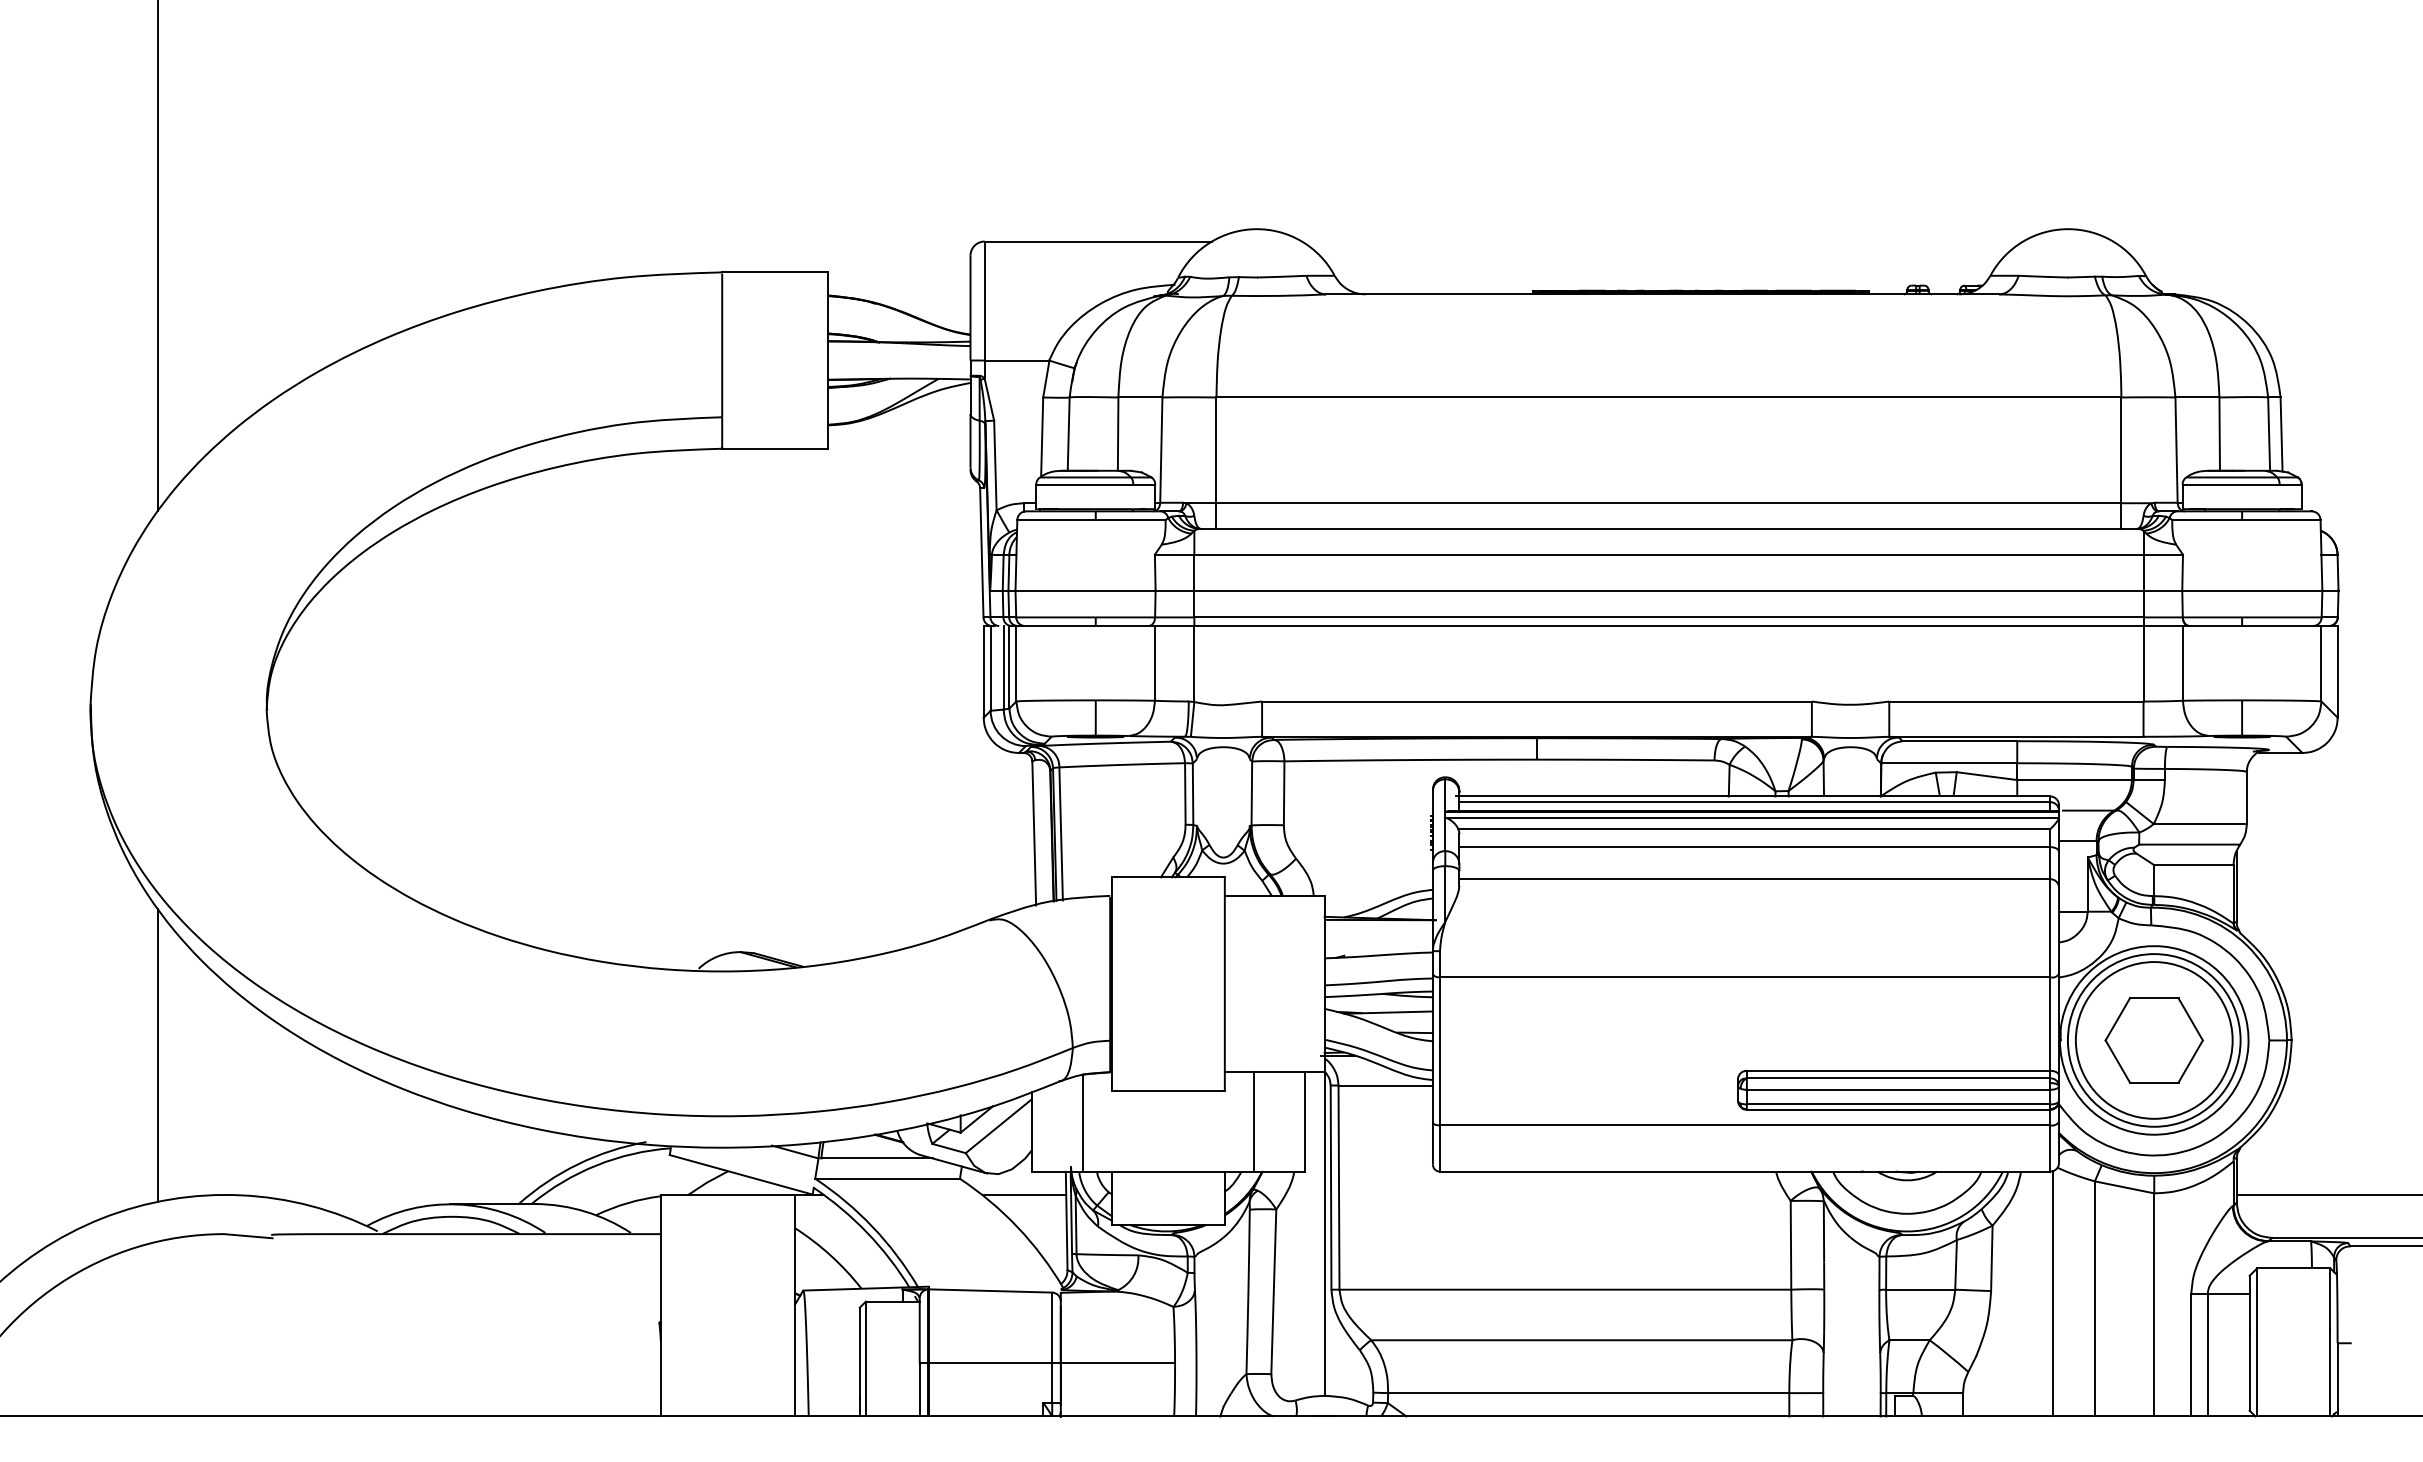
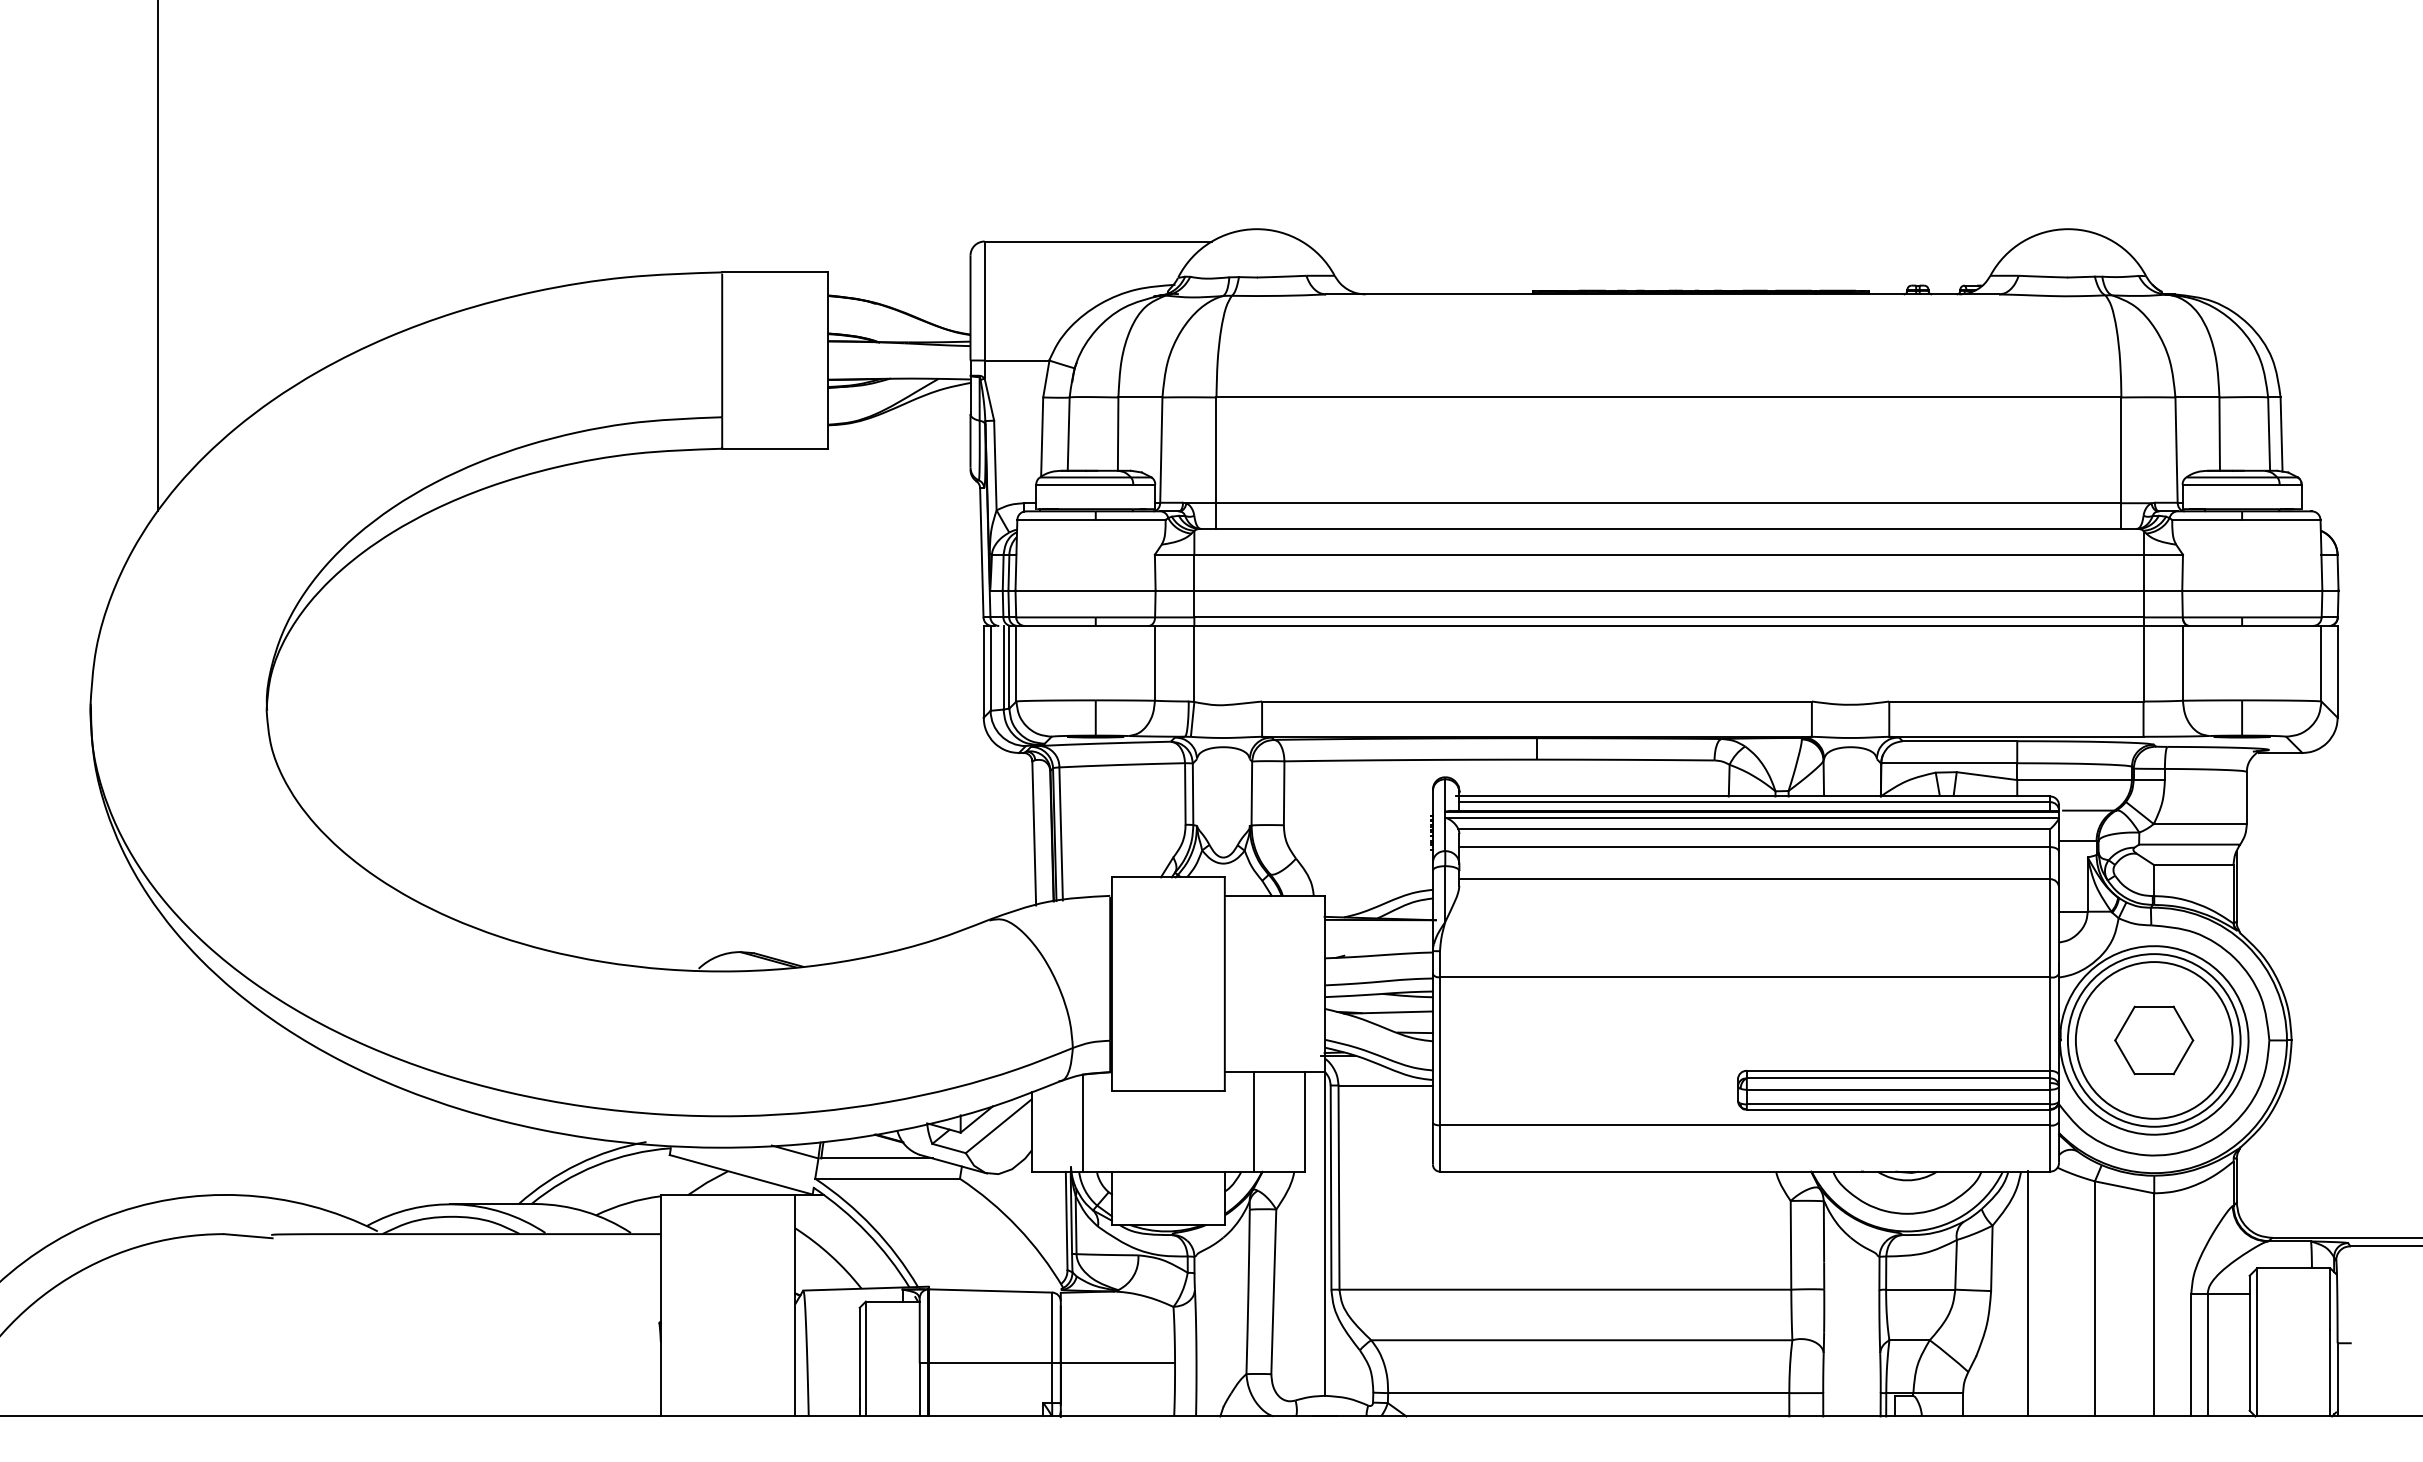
part at (2153, 1040) size: 100x87 px -> 81x71 px
line at (157, 1054): present -> none
line at (1024, 1194): present -> none
line at (2327, 1194): present -> none
line at (2053, 1293) position: (2053, 1293) -> (2028, 1293)
